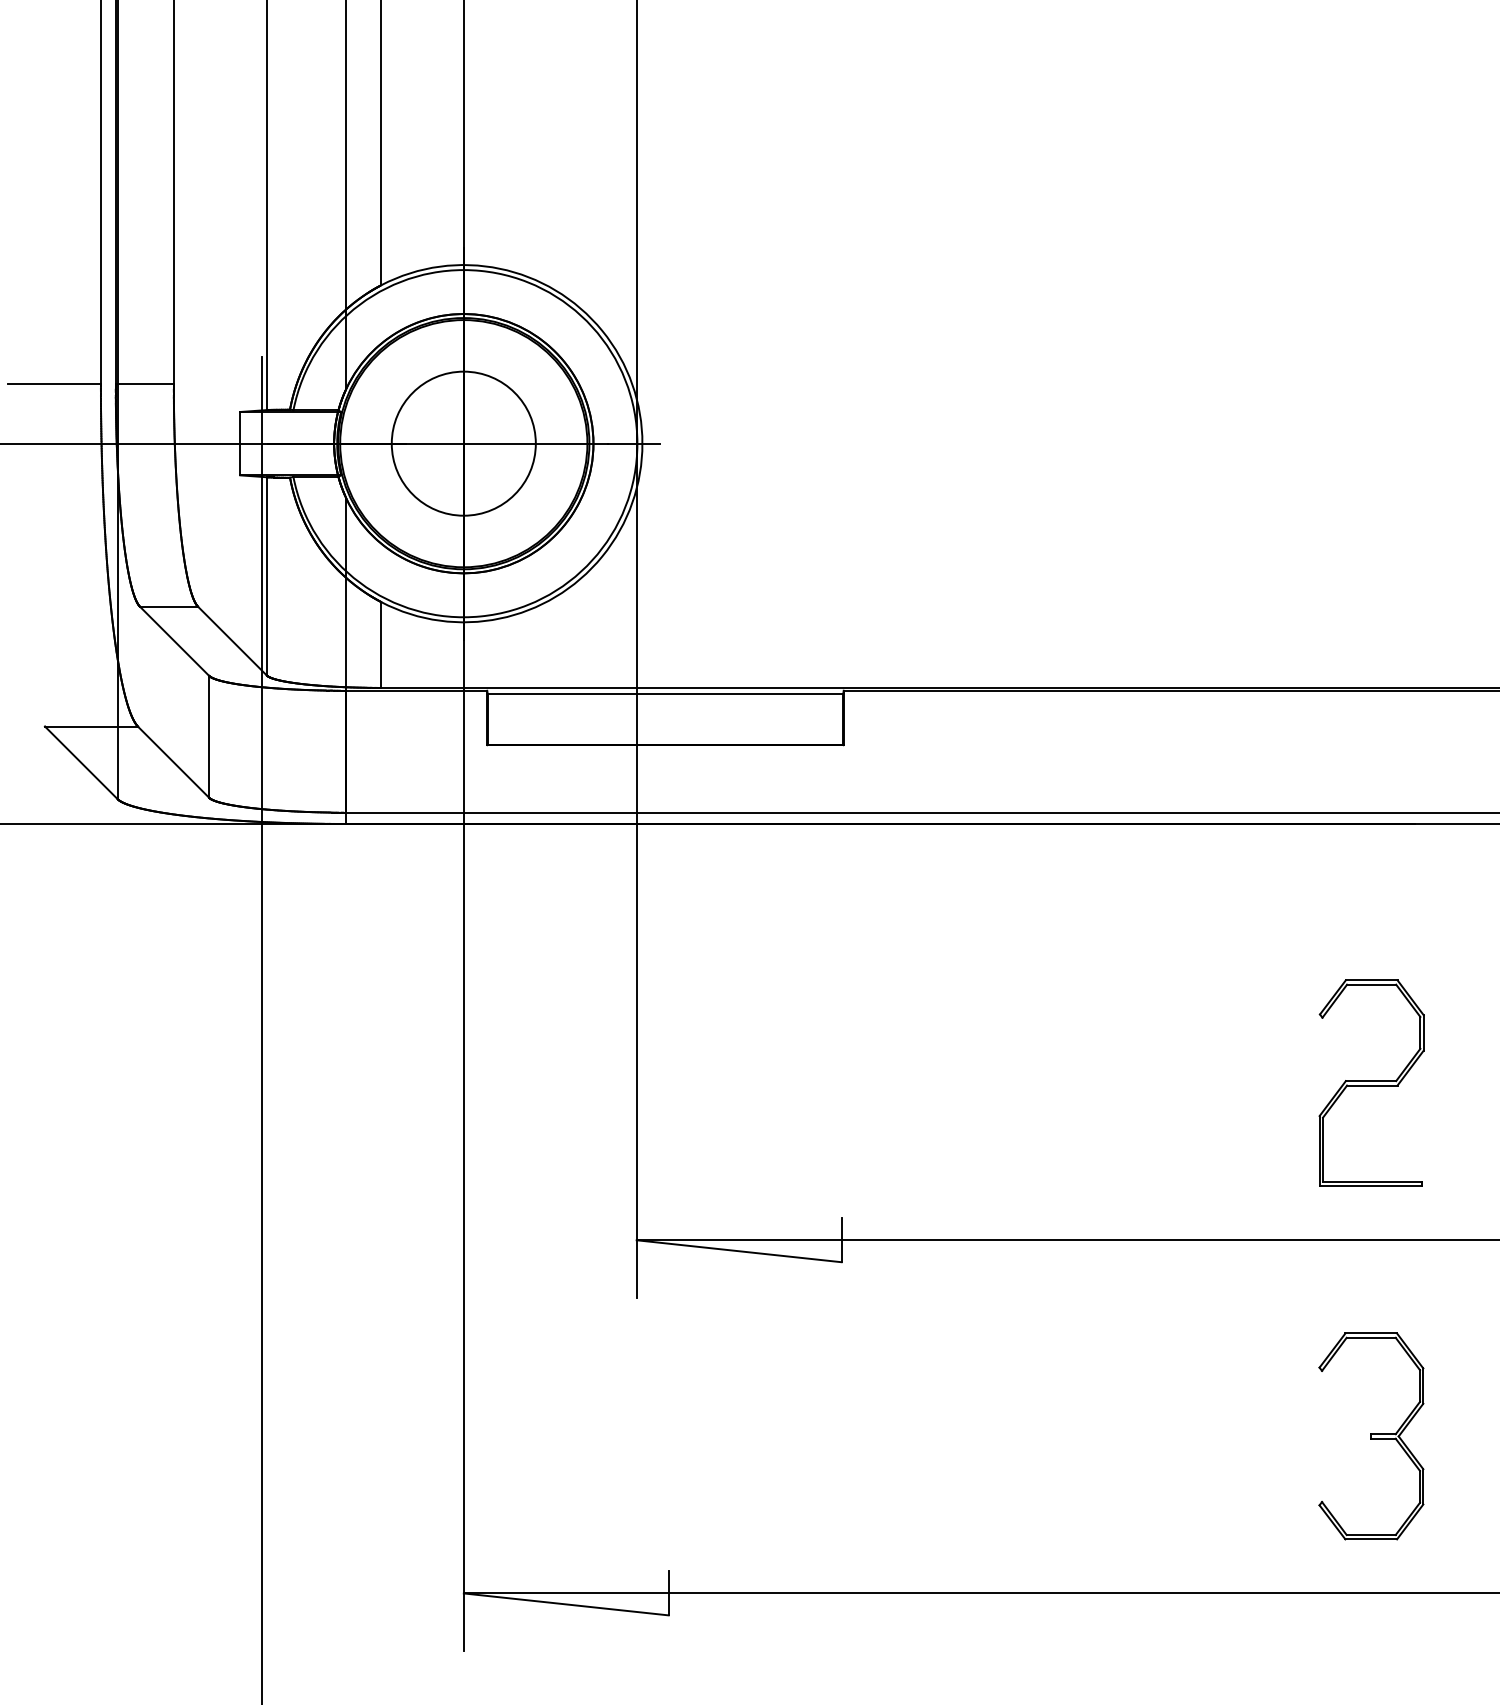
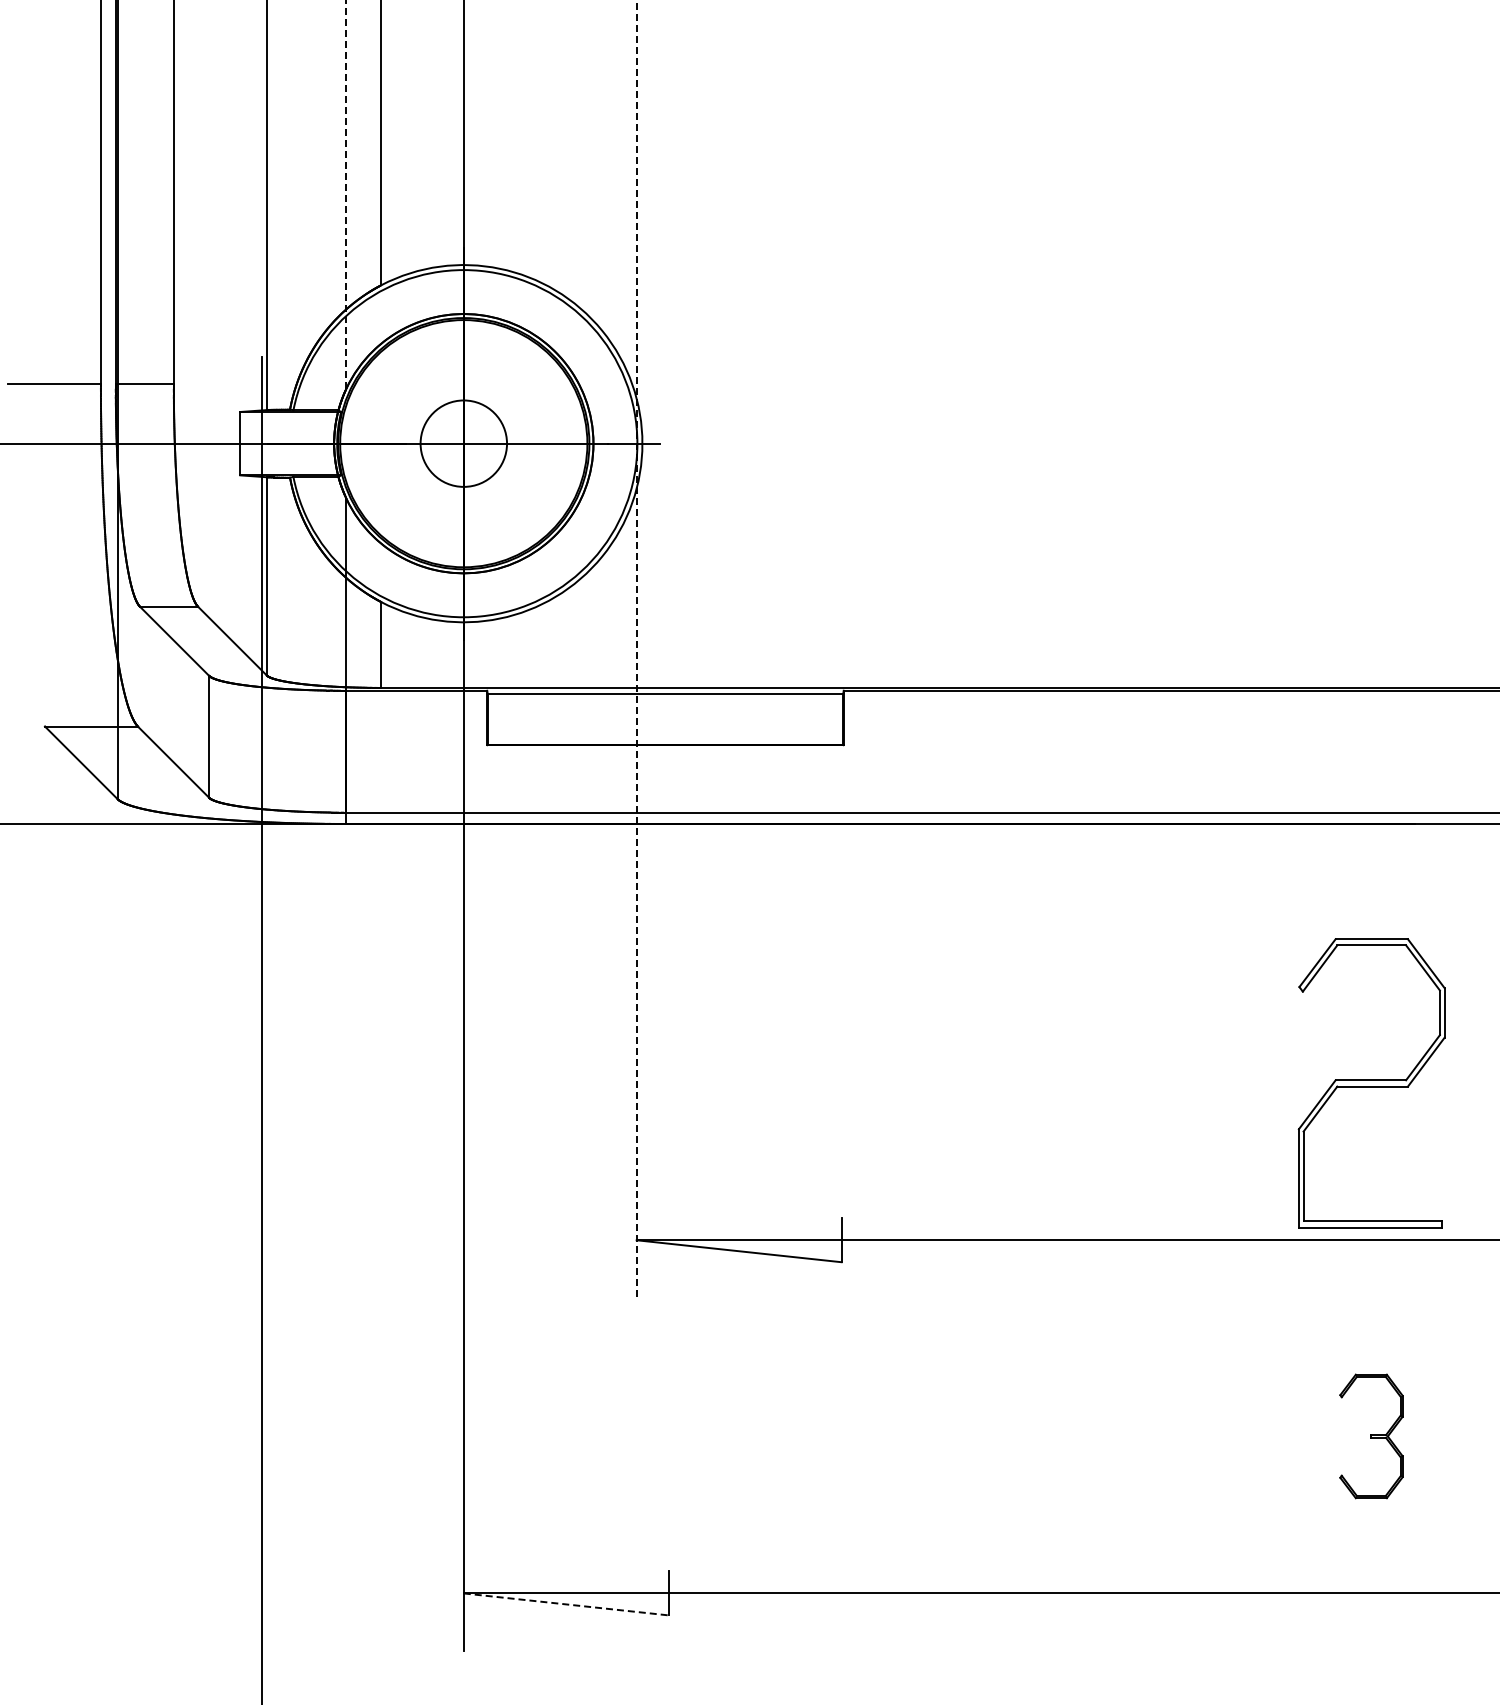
line at (346, 194): solid -> dashed
circle at (463, 443) diameter: 144 px -> 86 px
line at (636, 648): solid -> dashed
part at (1371, 1082) size: 107x208 px -> 149x291 px
part at (1371, 1436) size: 107x209 px -> 65x127 px
line at (566, 1604): solid -> dashed
